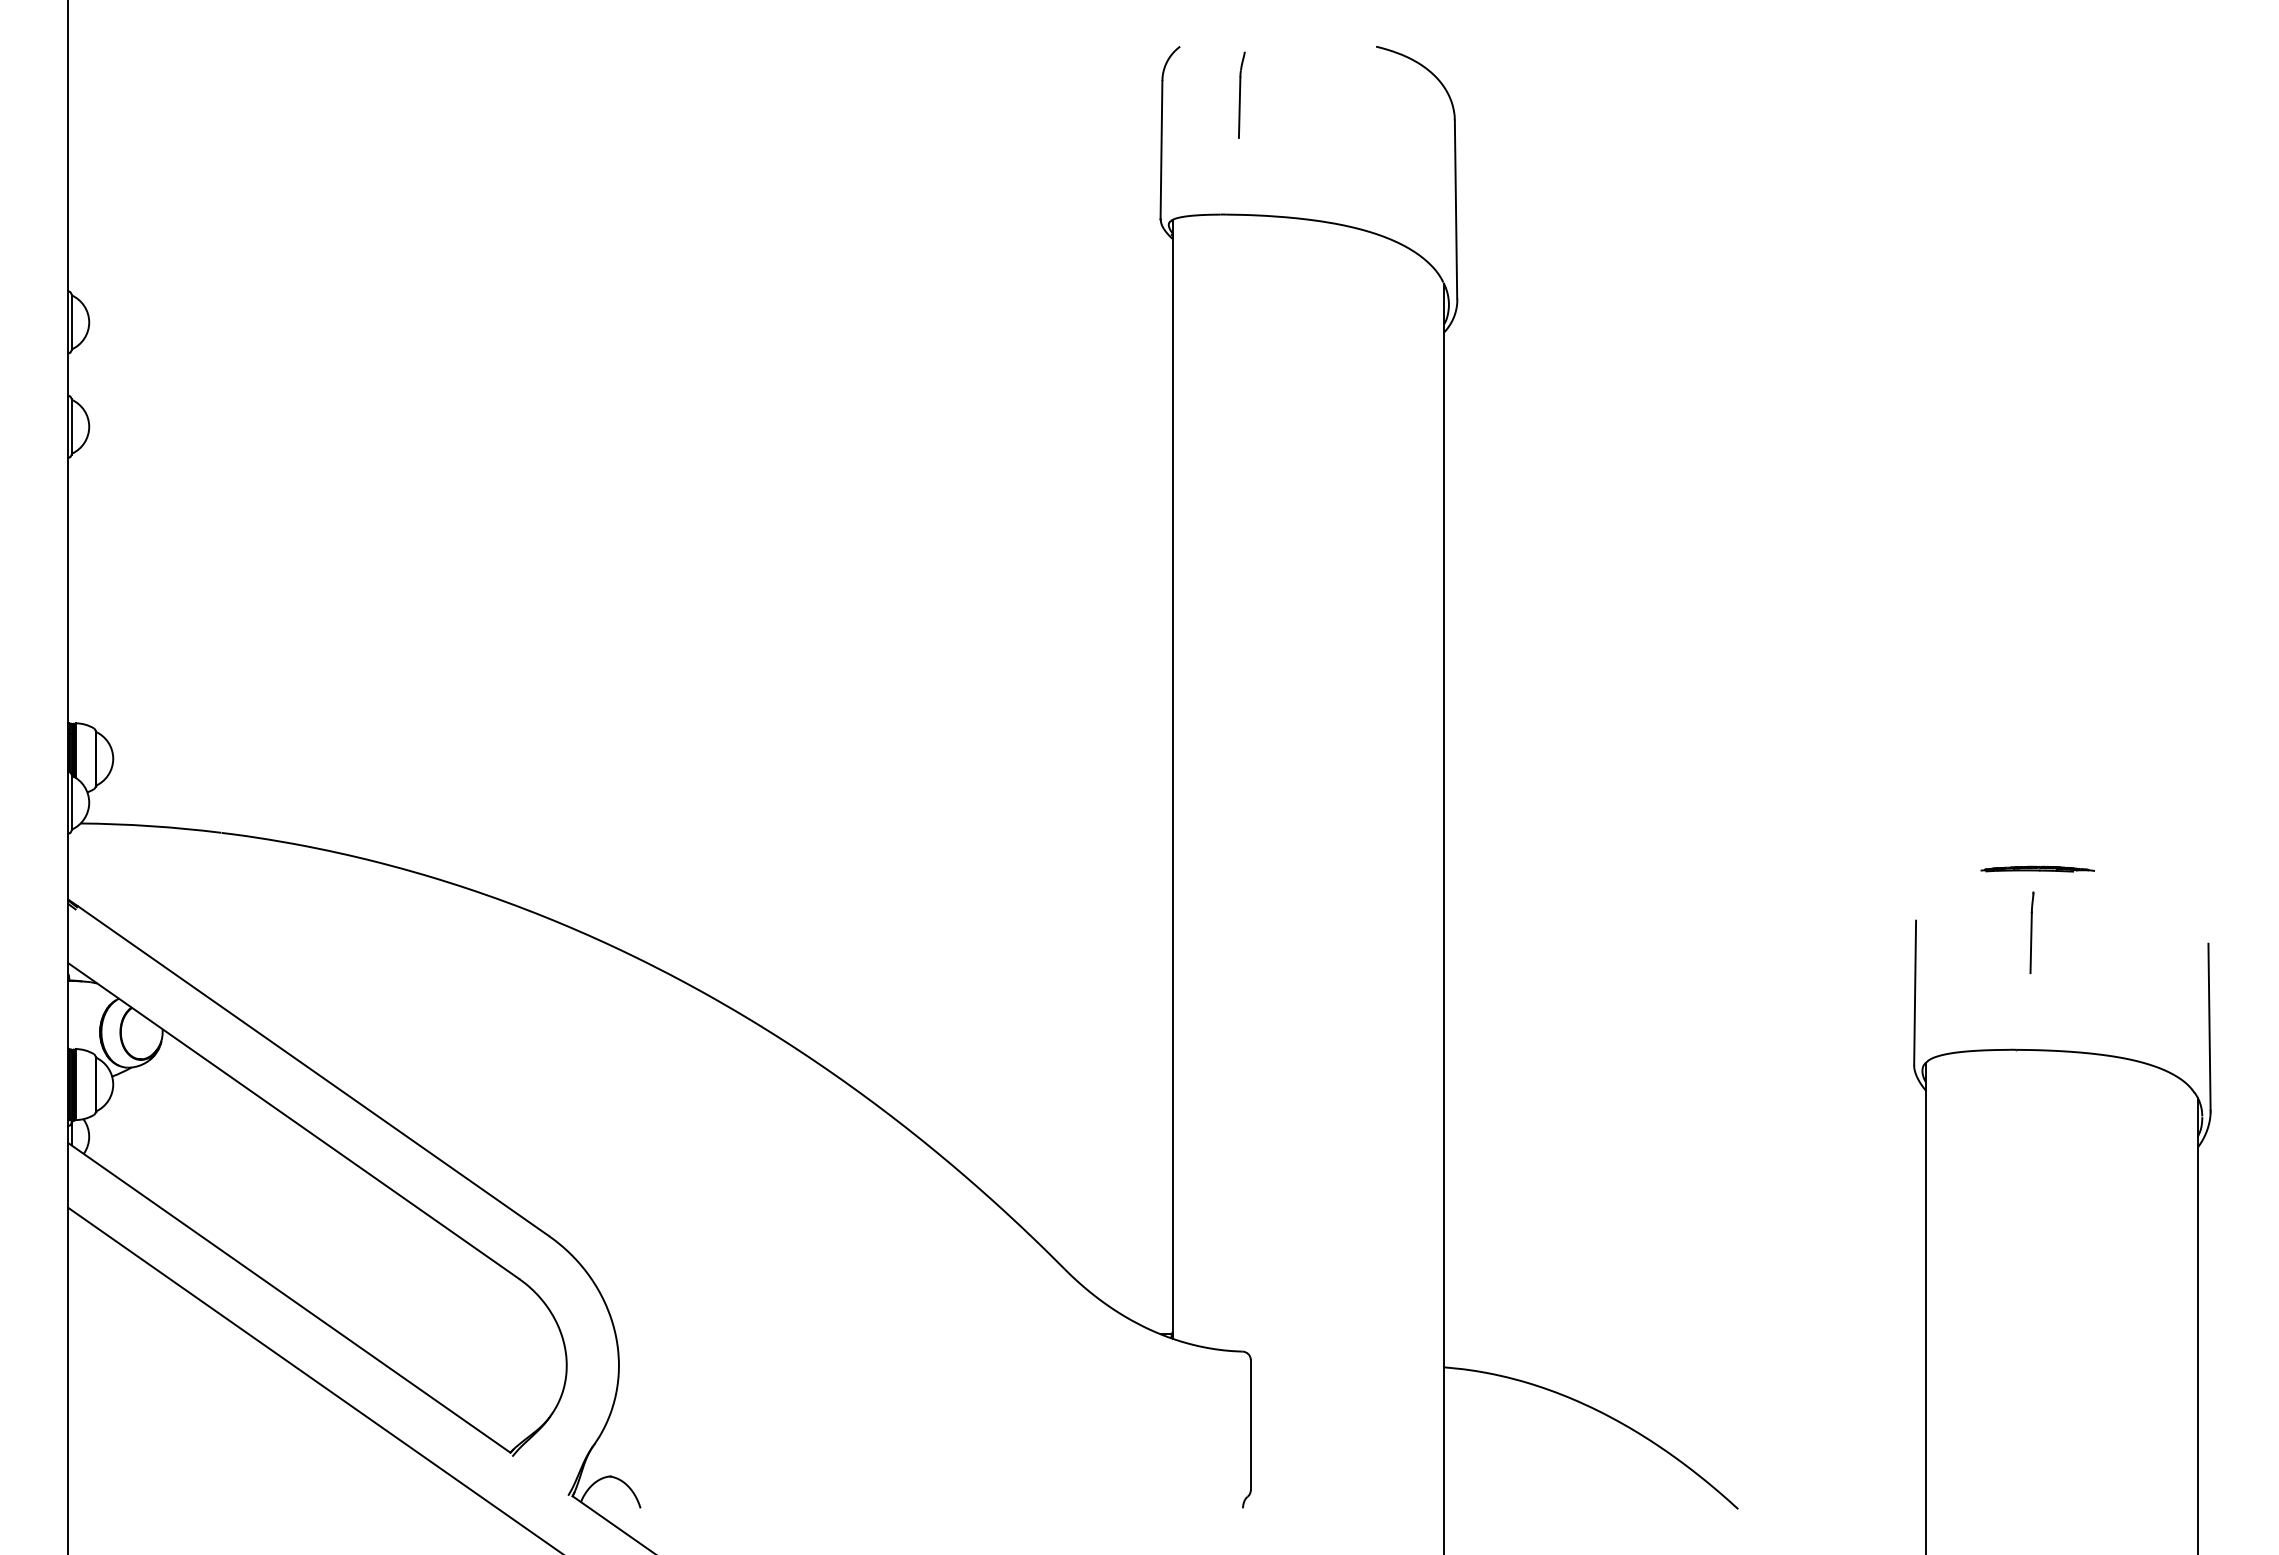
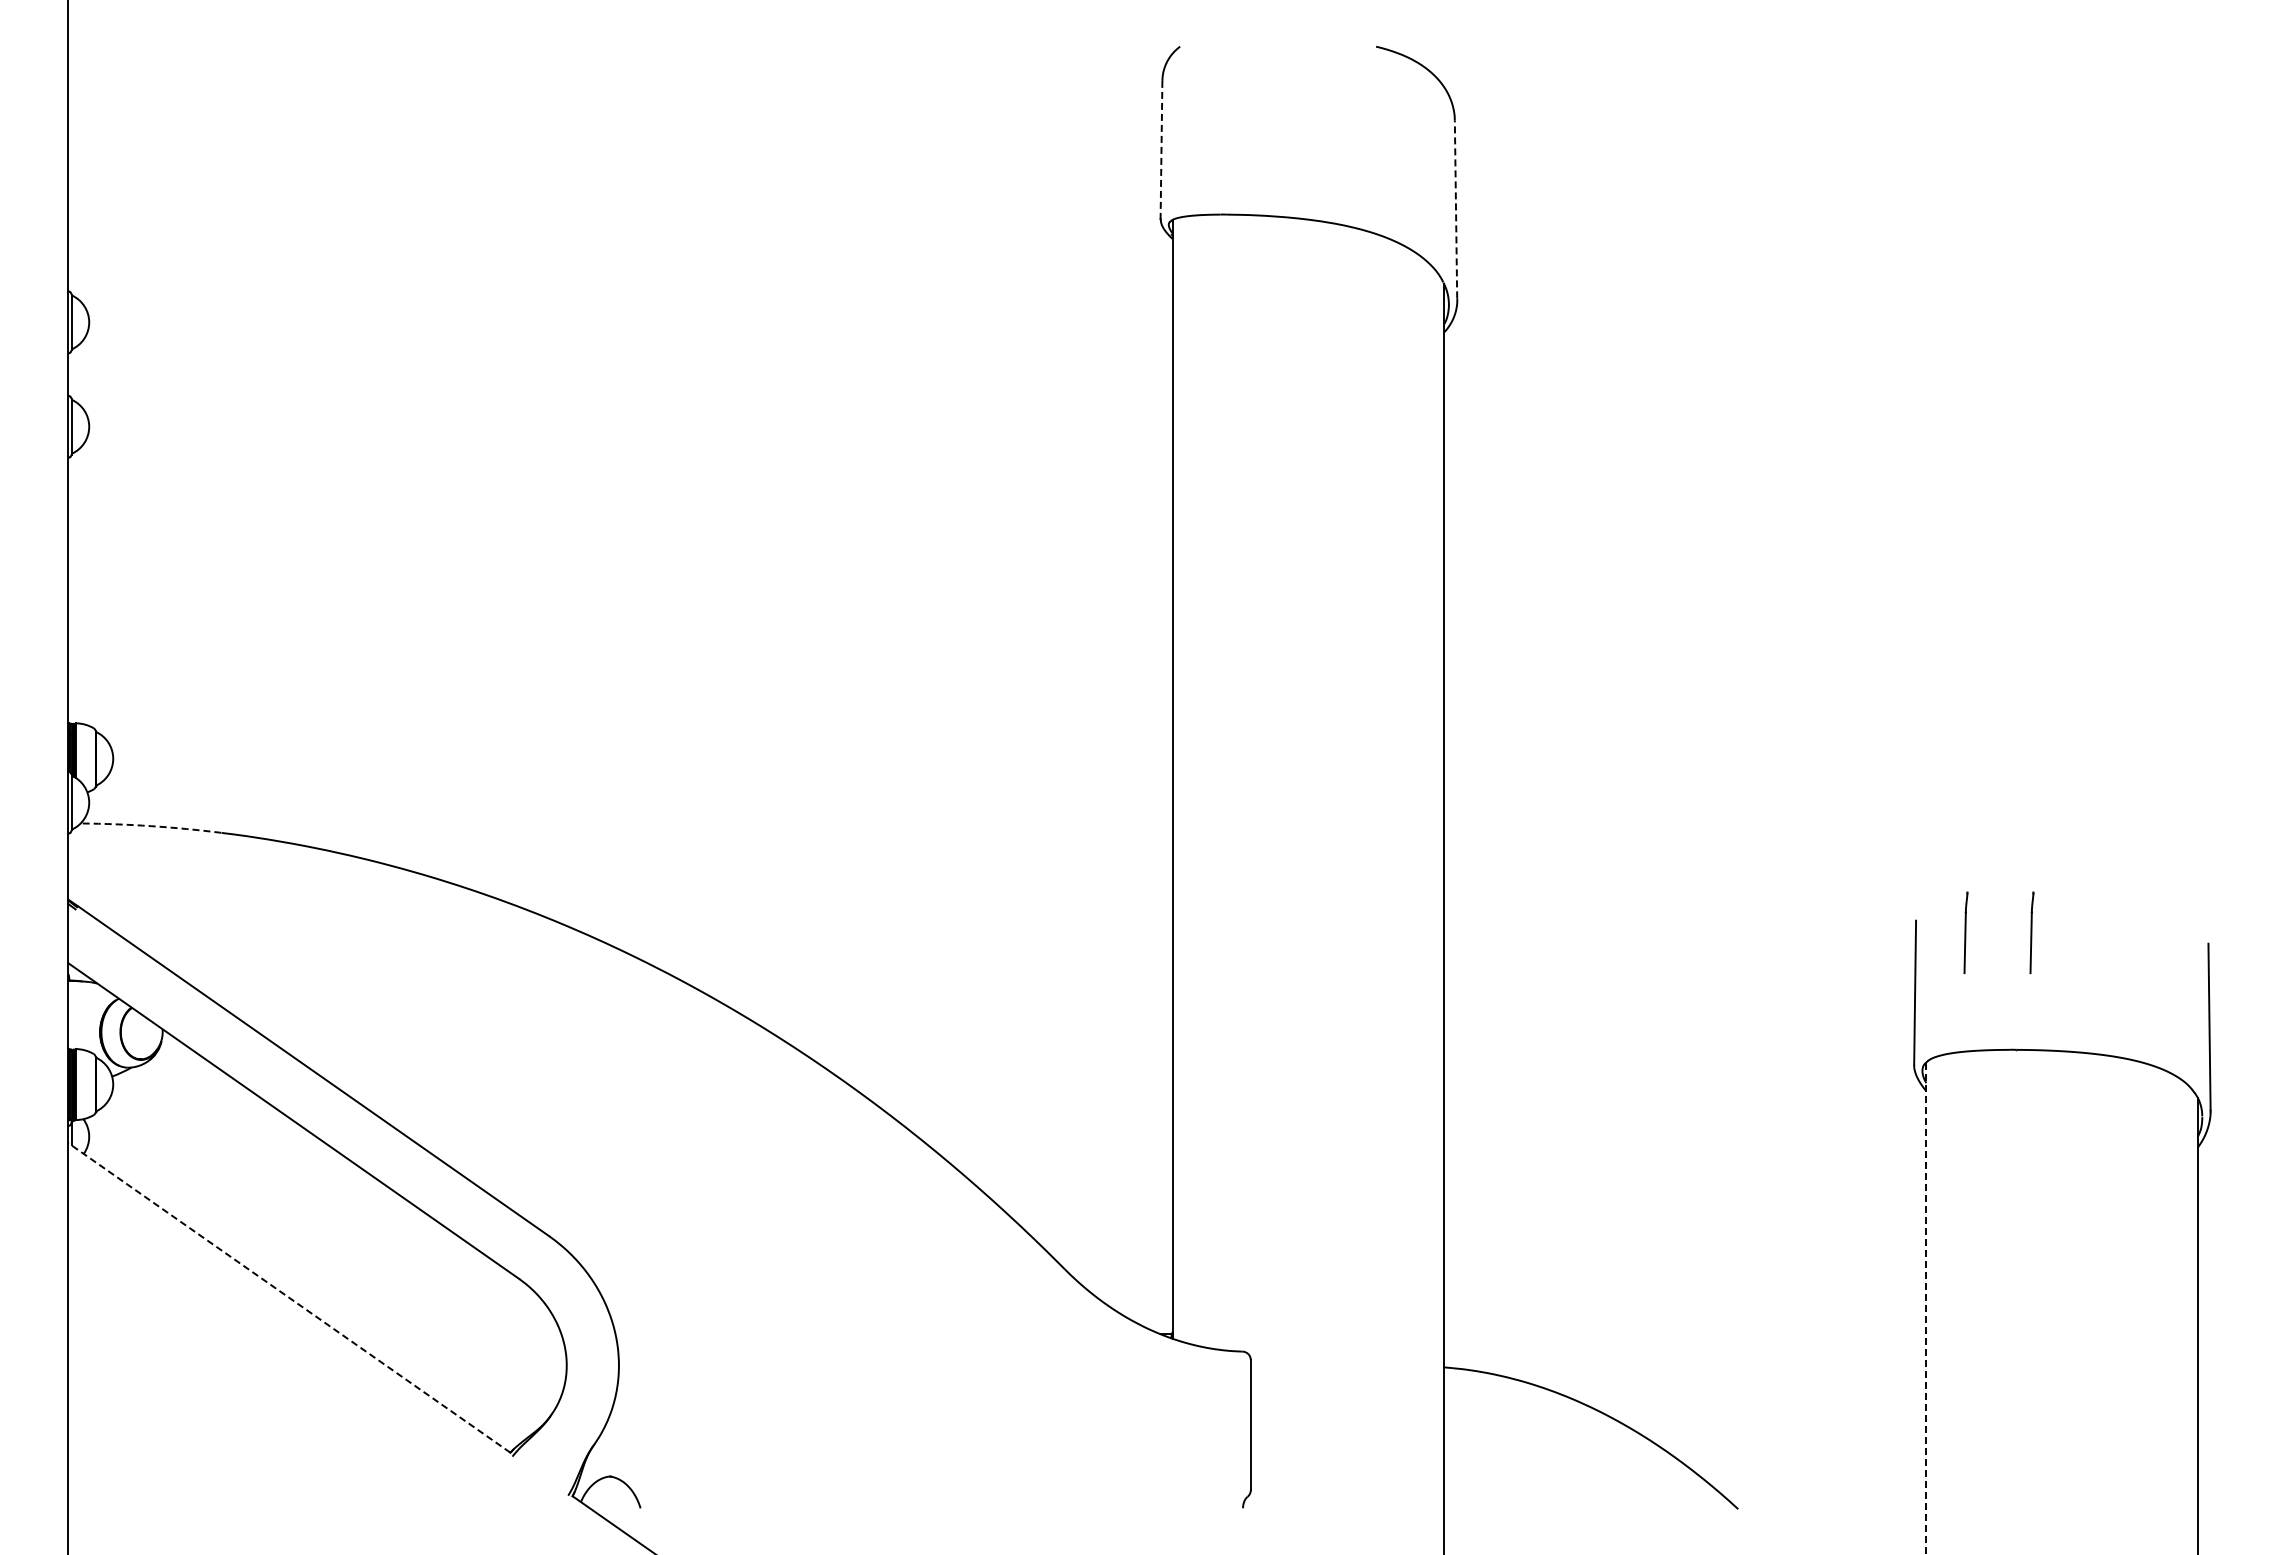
part at (1241, 94): present -> none
line at (1161, 150): solid -> dashed
line at (1456, 209): solid -> dashed
arc at (151, 826): solid -> dashed
part at (2037, 868): present -> none
line at (1965, 932): none -> present
line at (289, 1297): solid -> dashed
line at (1926, 1308): solid -> dashed
line at (313, 1379): present -> none
